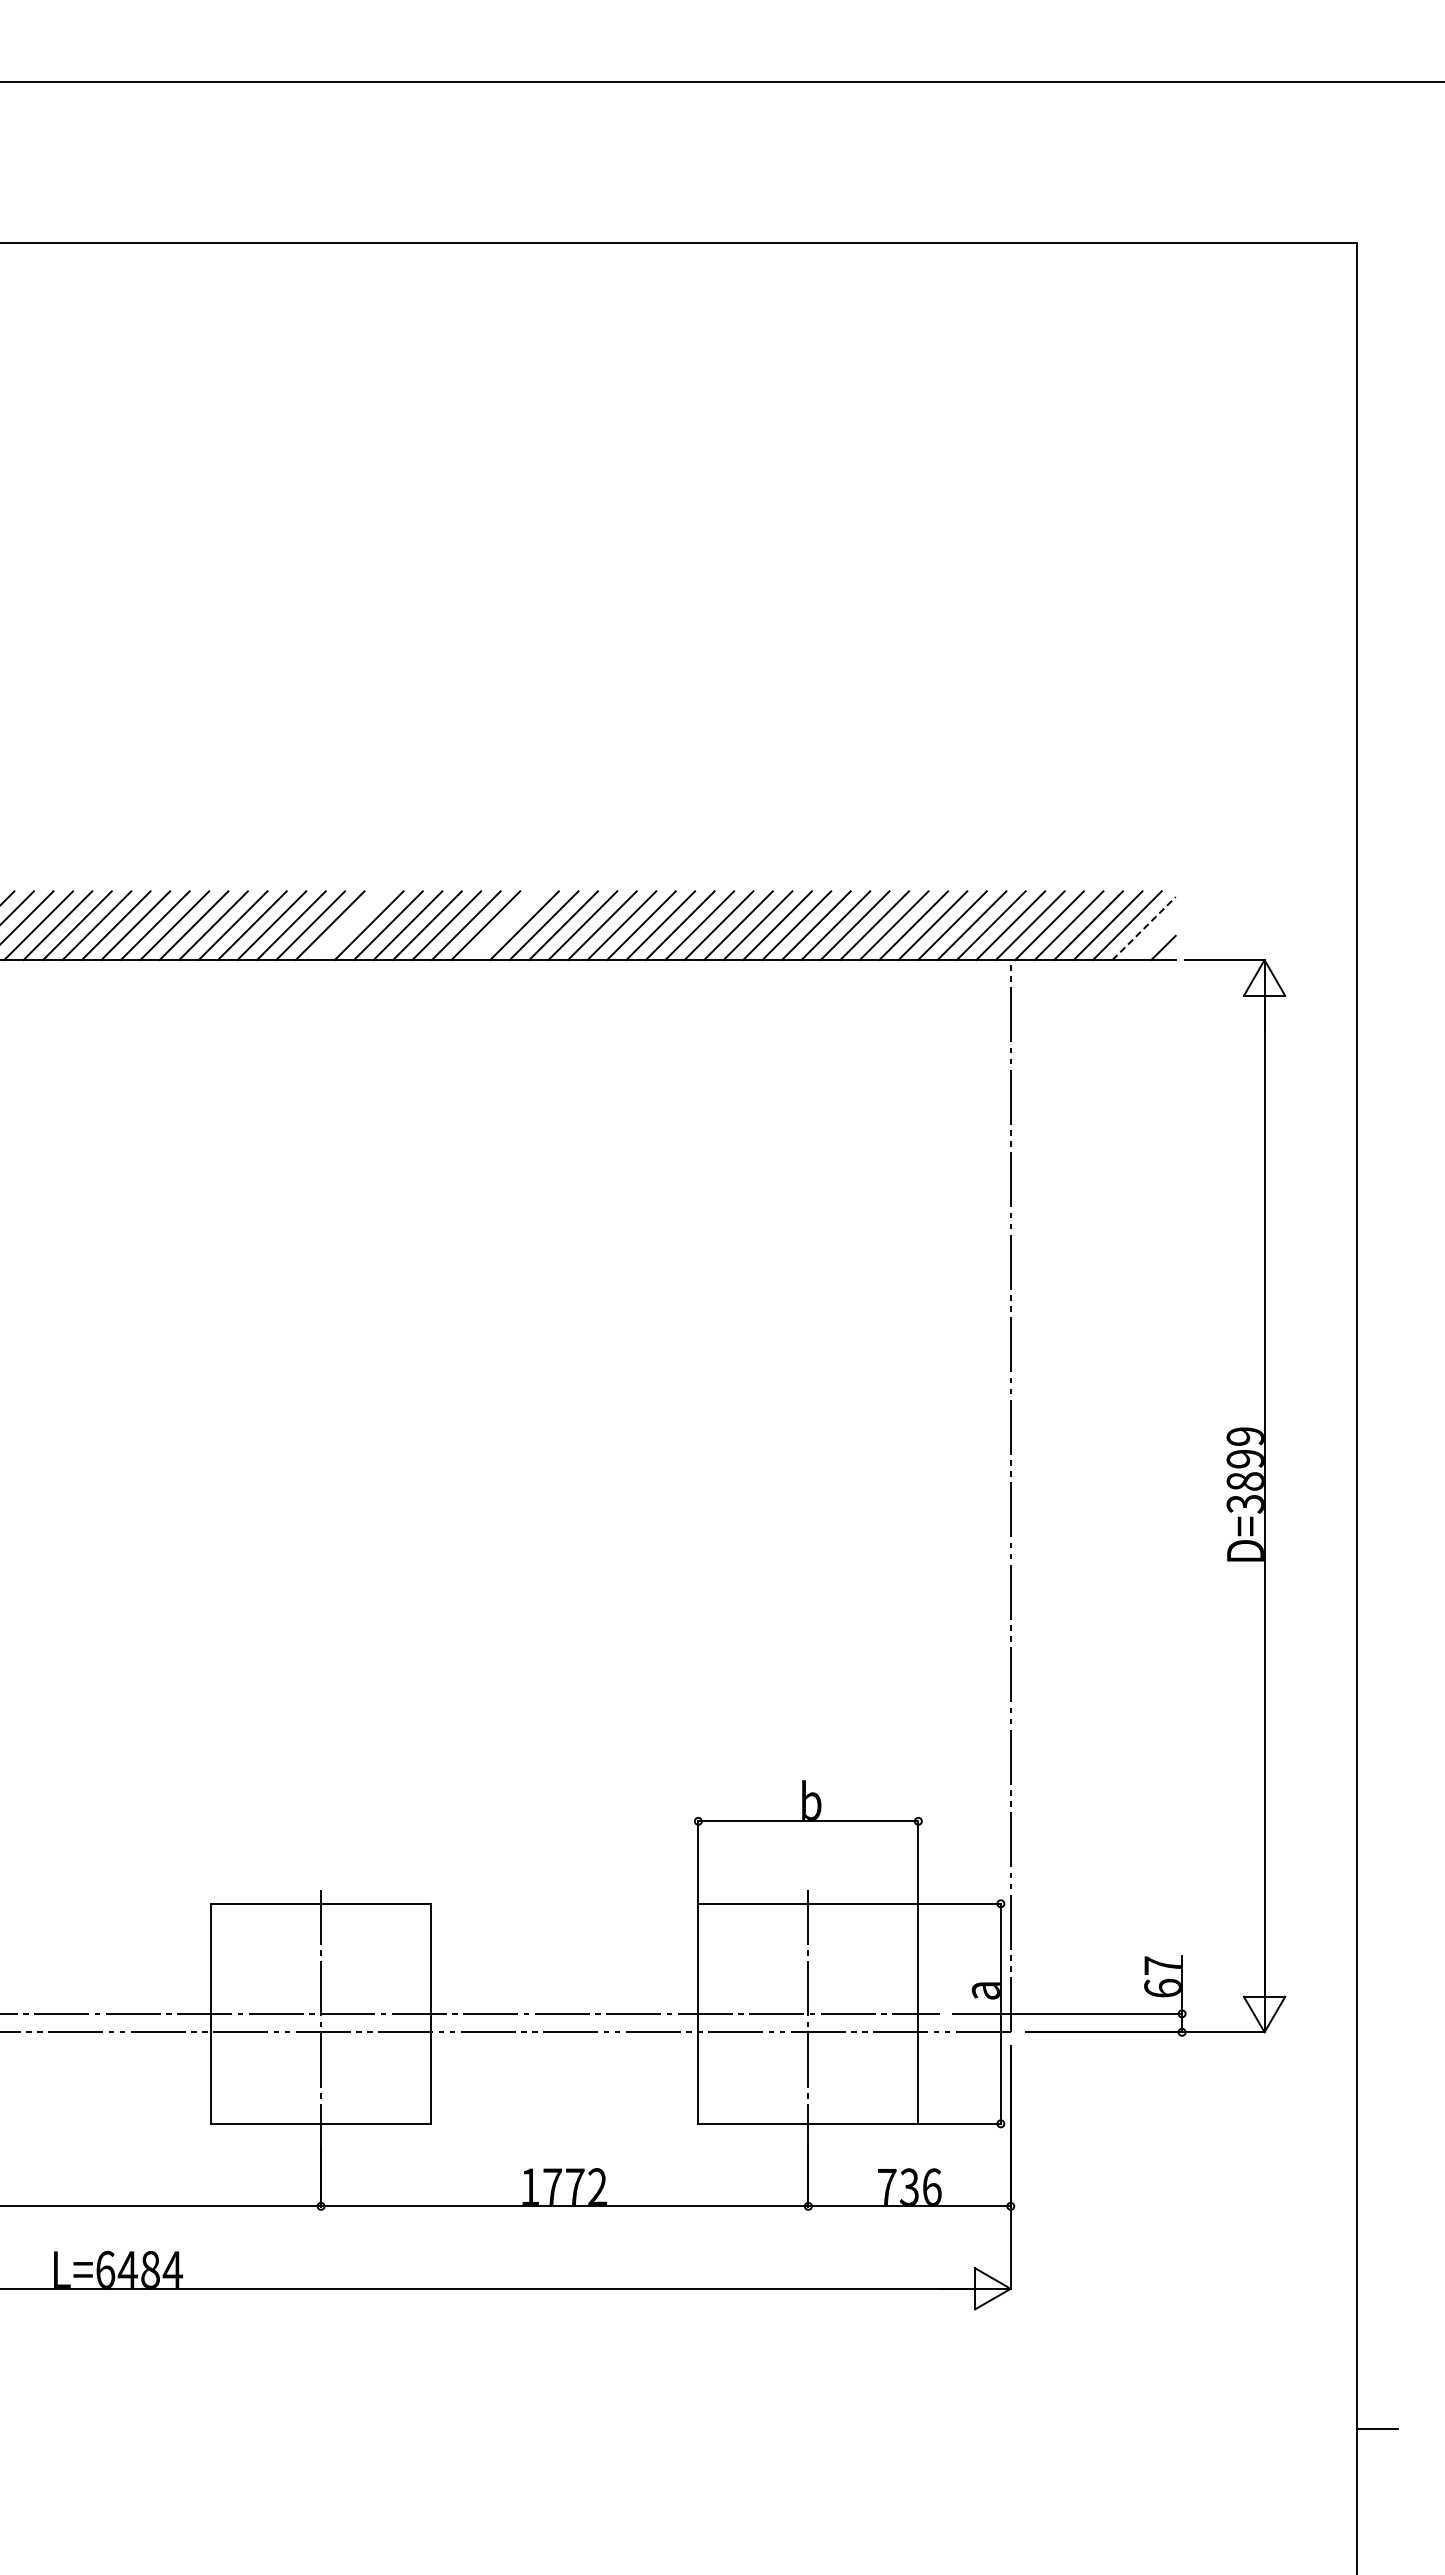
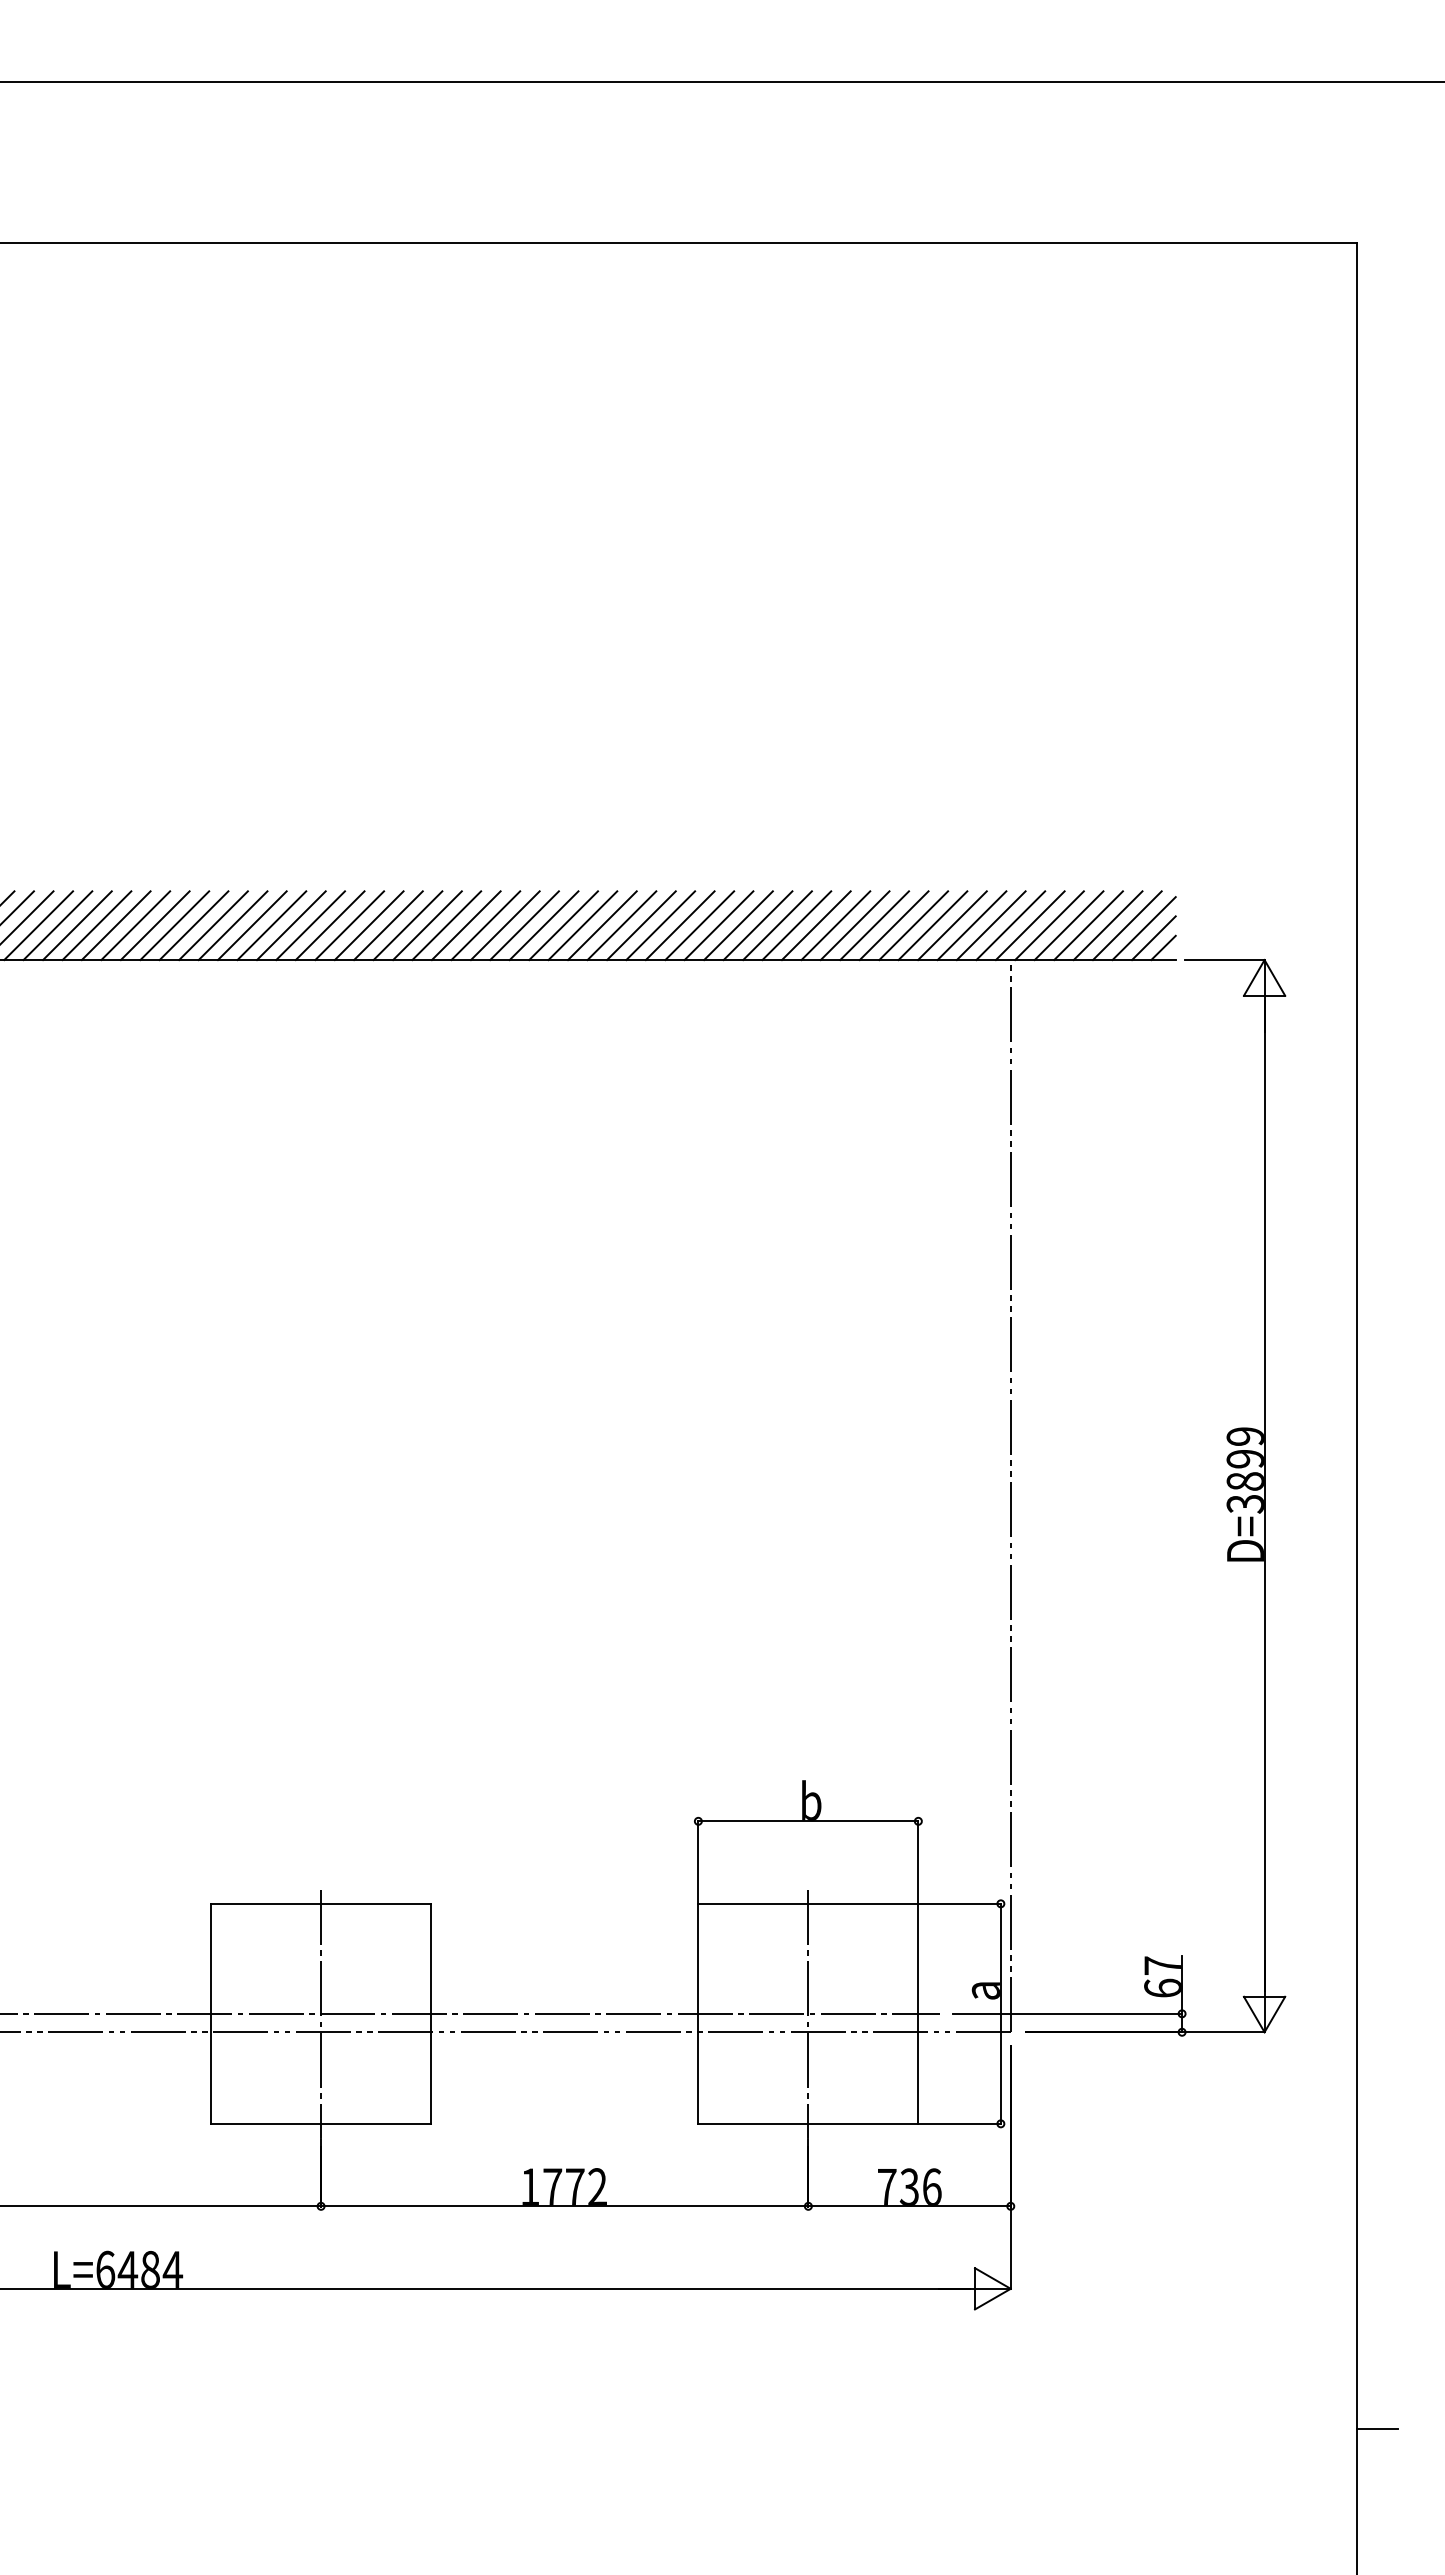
line at (349, 925): none -> present
line at (504, 925): none -> present
line at (1144, 928): dashed -> solid
line at (1153, 938): none -> present
